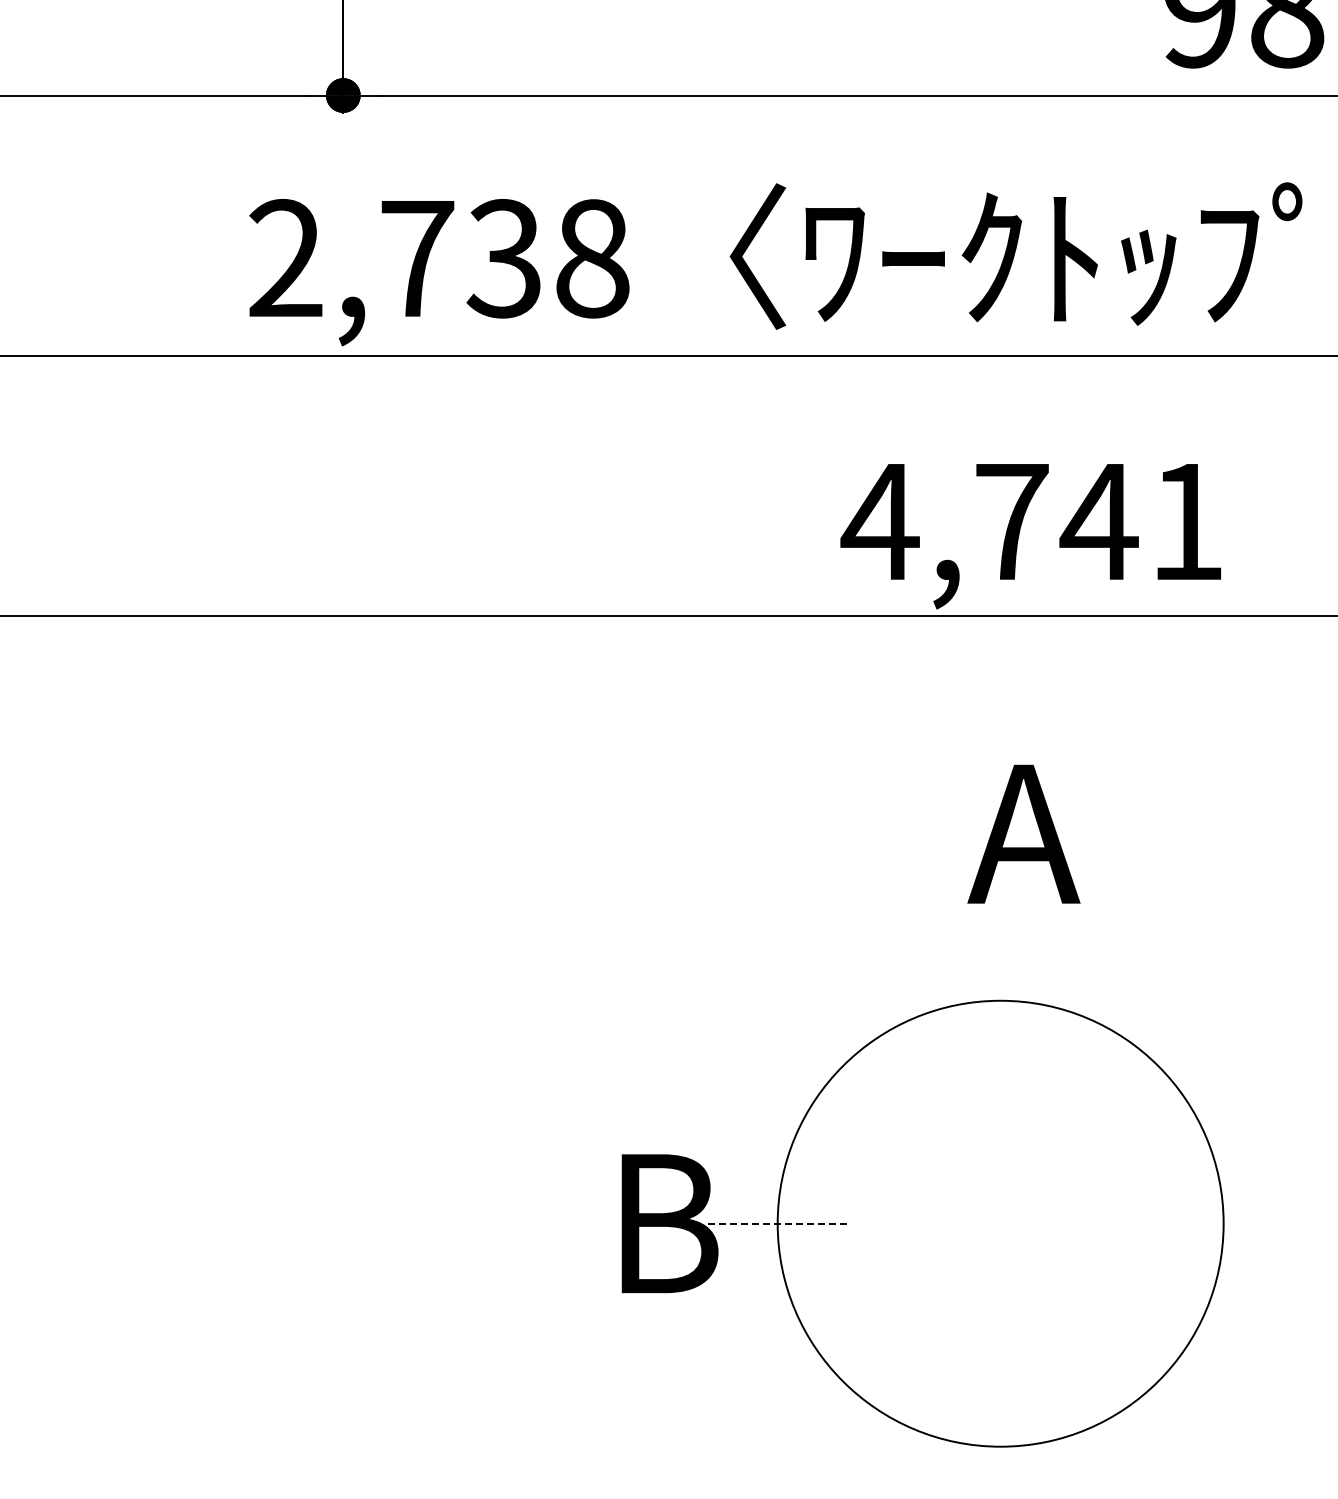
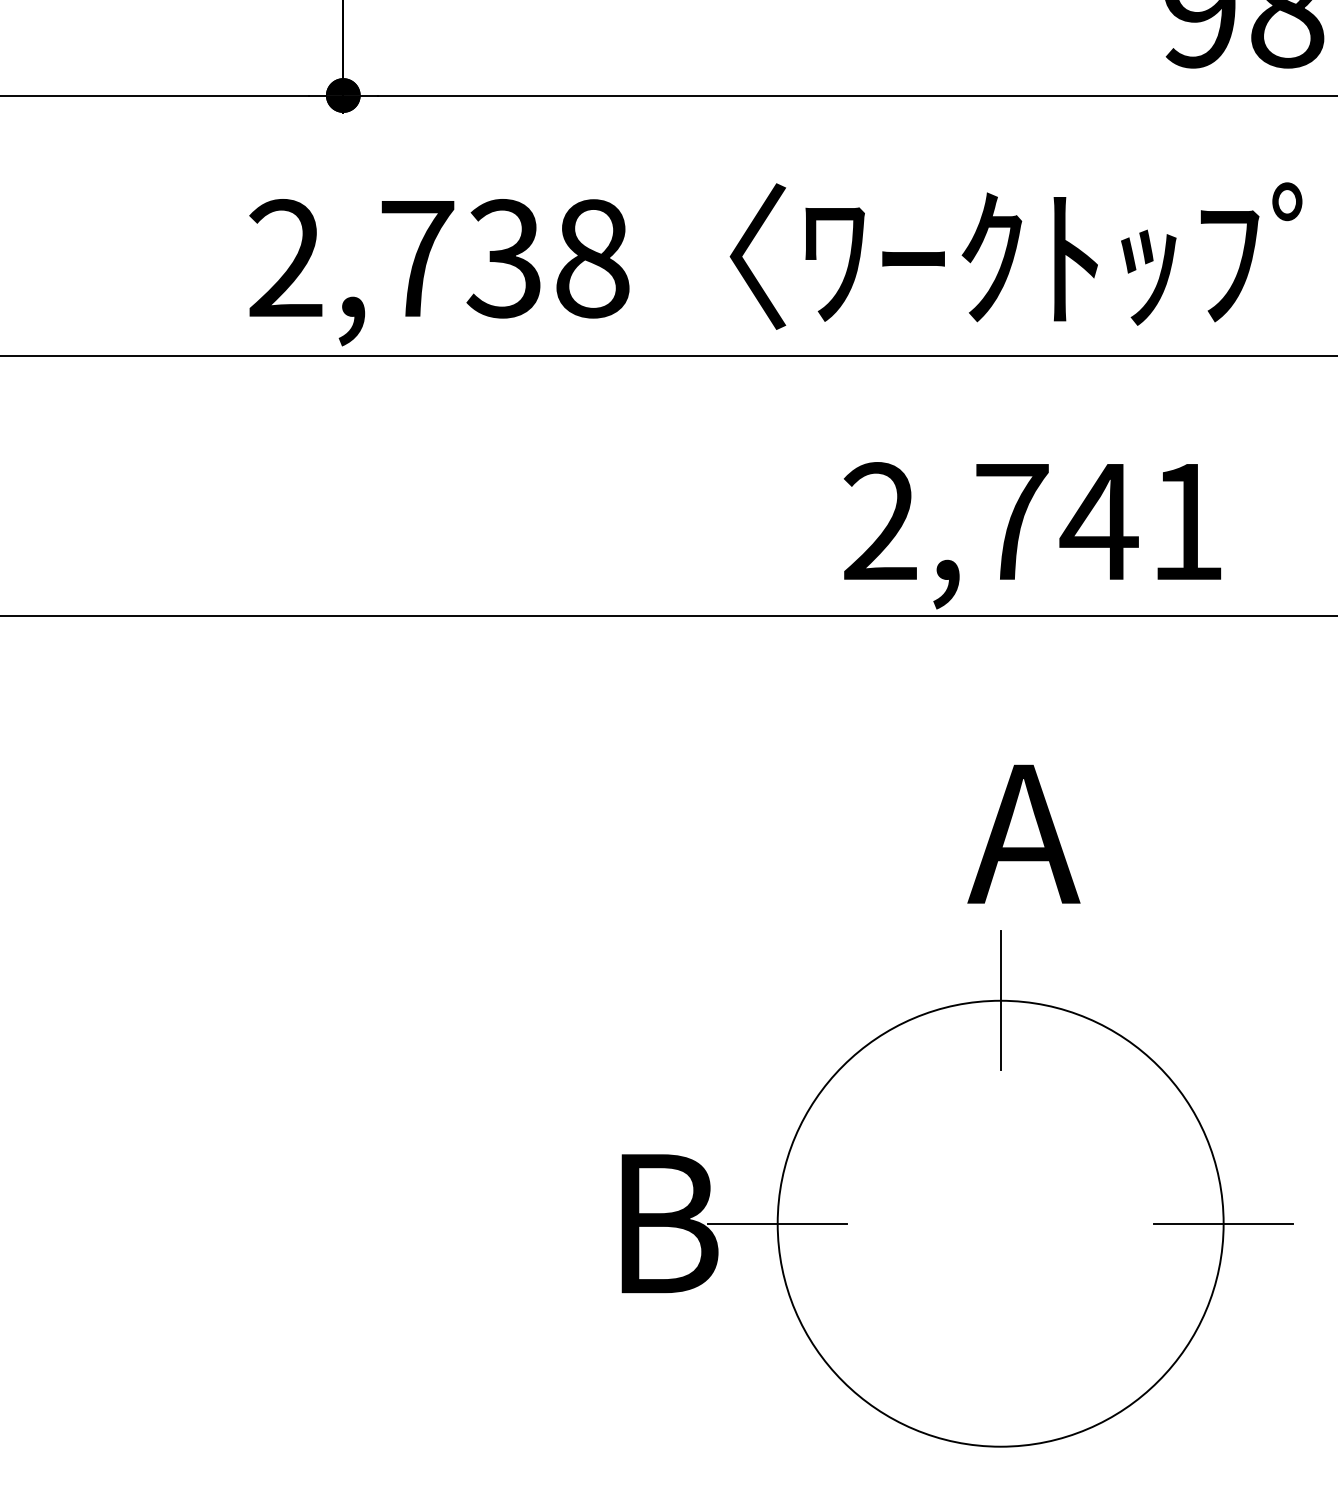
text at (879, 520): 4,741 -> 2,741
line at (1000, 1000): none -> present
line at (777, 1223): dashed -> solid
line at (1223, 1223): none -> present
